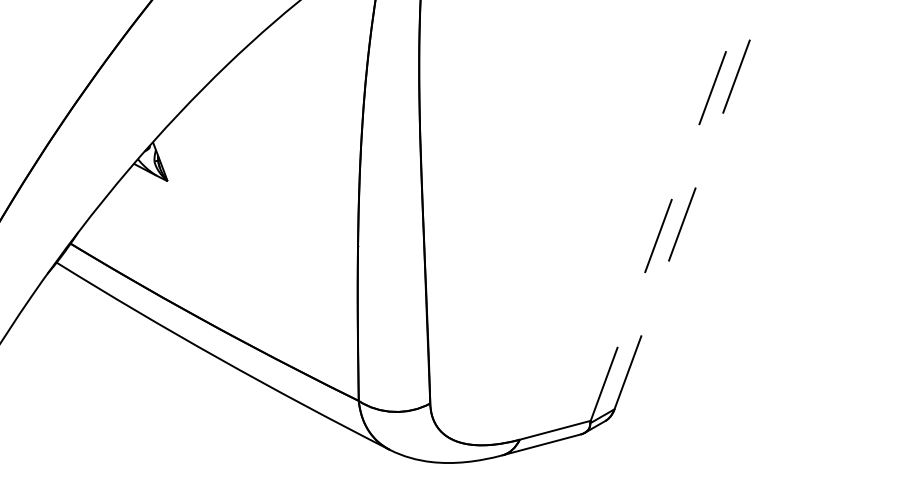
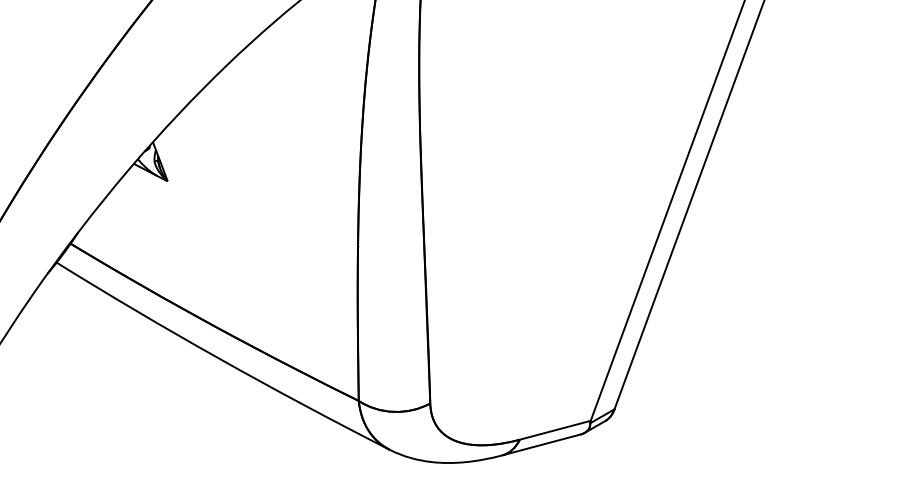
line at (689, 204): dashed -> solid
line at (667, 210): dashed -> solid
